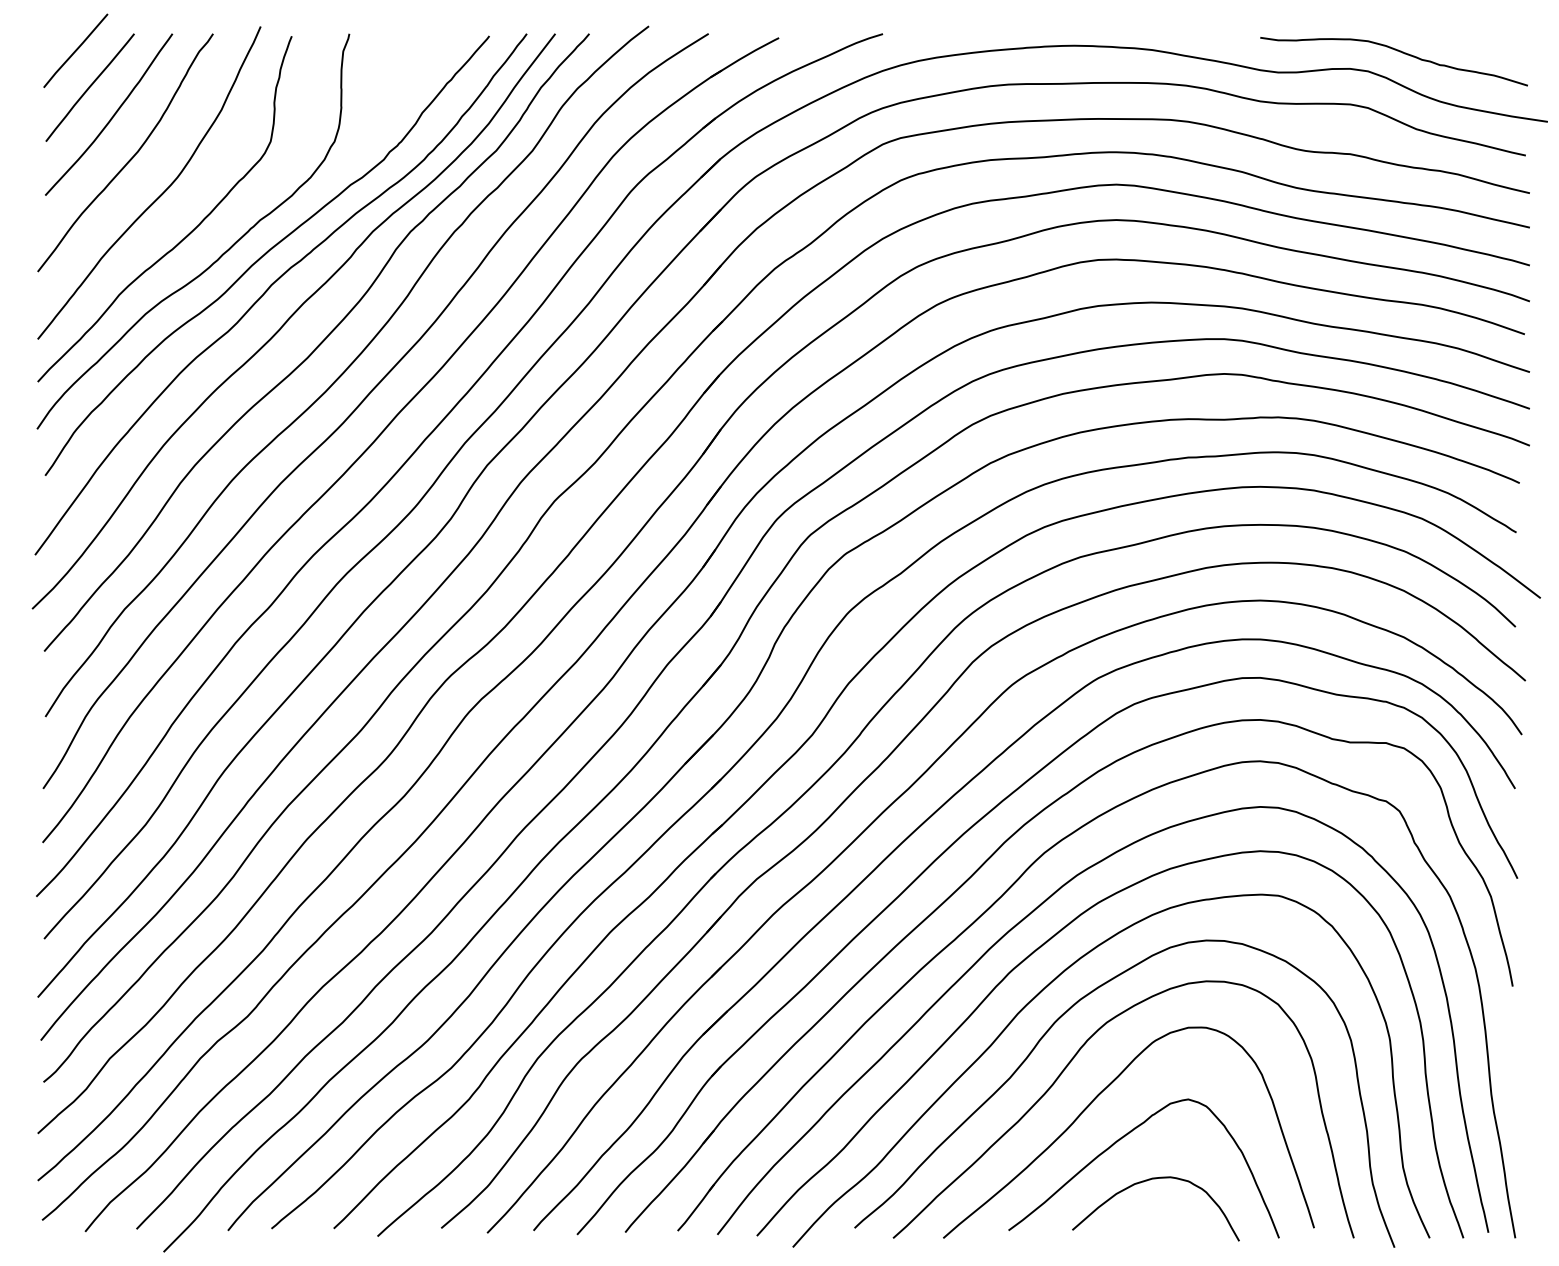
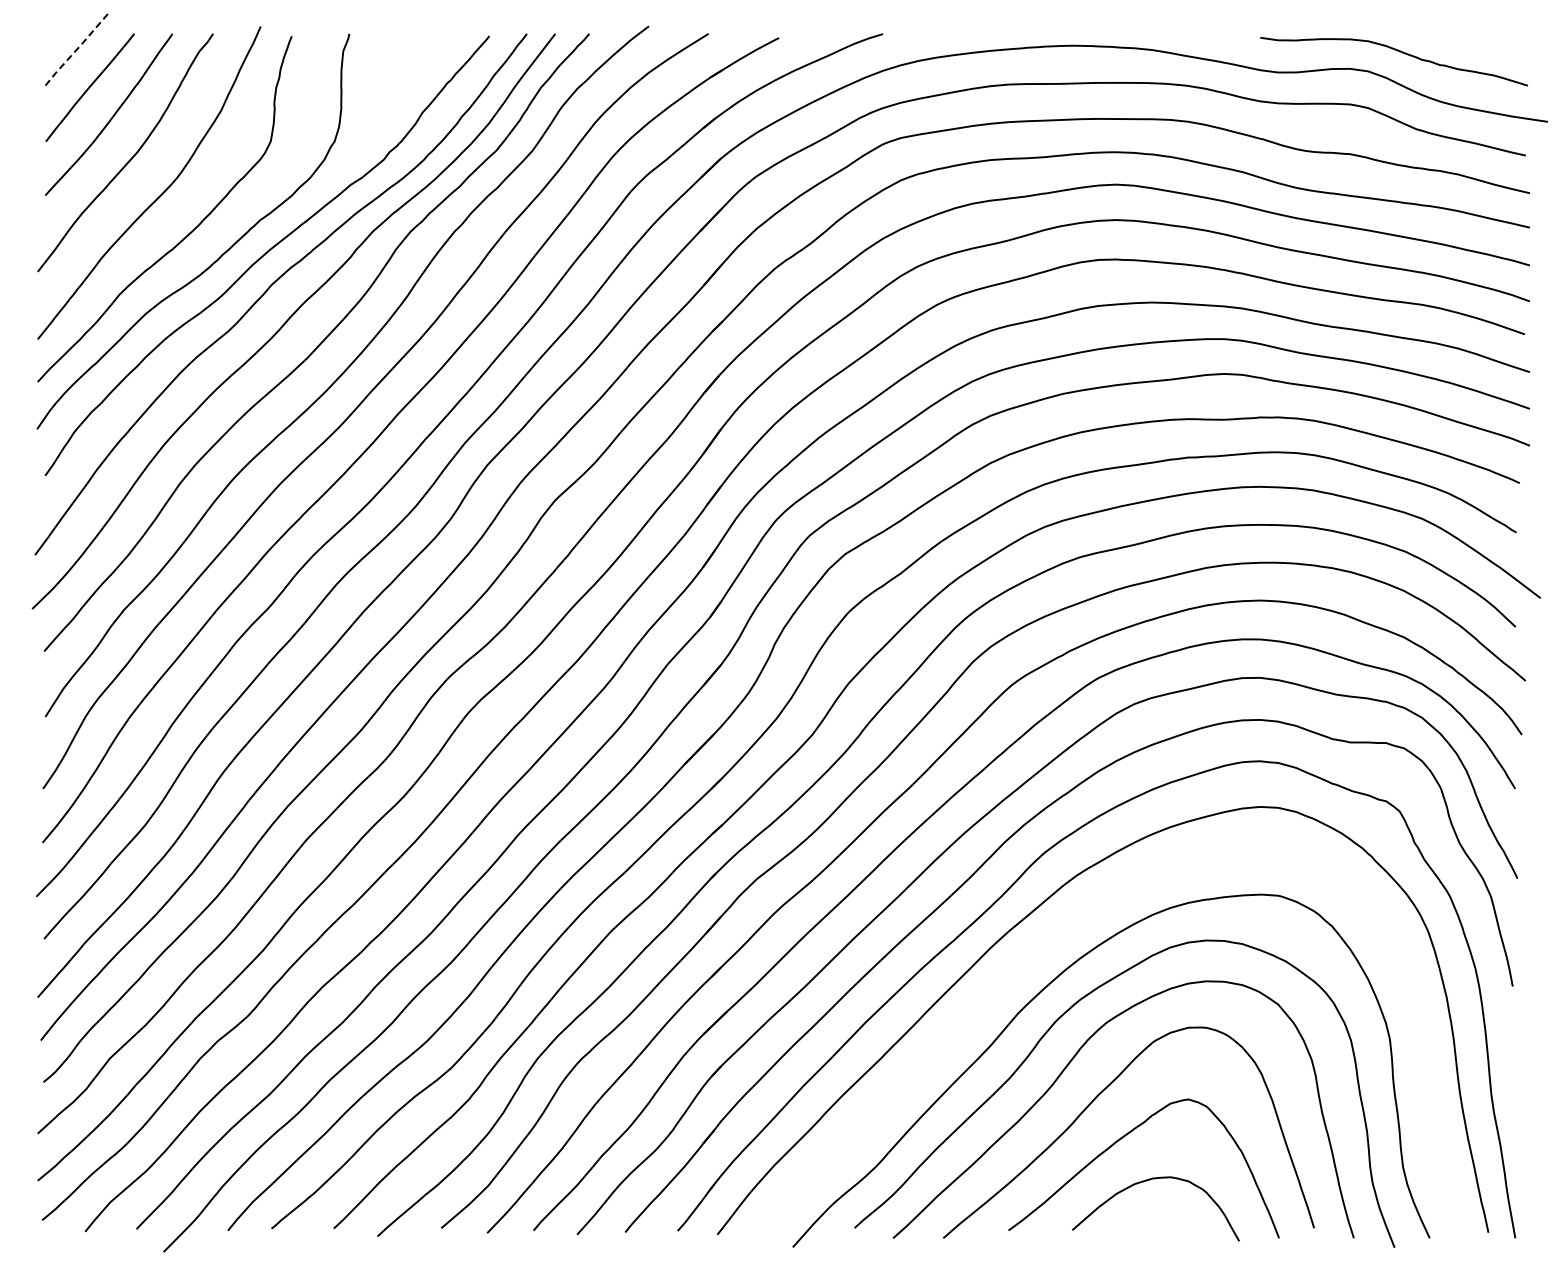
line at (75, 51): solid -> dashed
curve at (1036, 951): present -> none
